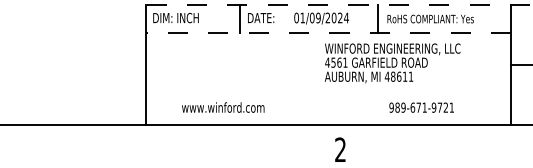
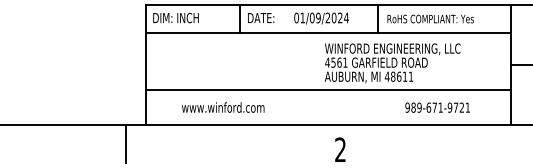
line at (338, 5): dashed -> solid
line at (328, 32): dashed -> solid
line at (328, 89): none -> present
text at (421, 107) position: (421, 107) -> (437, 107)
line at (126, 143): none -> present
